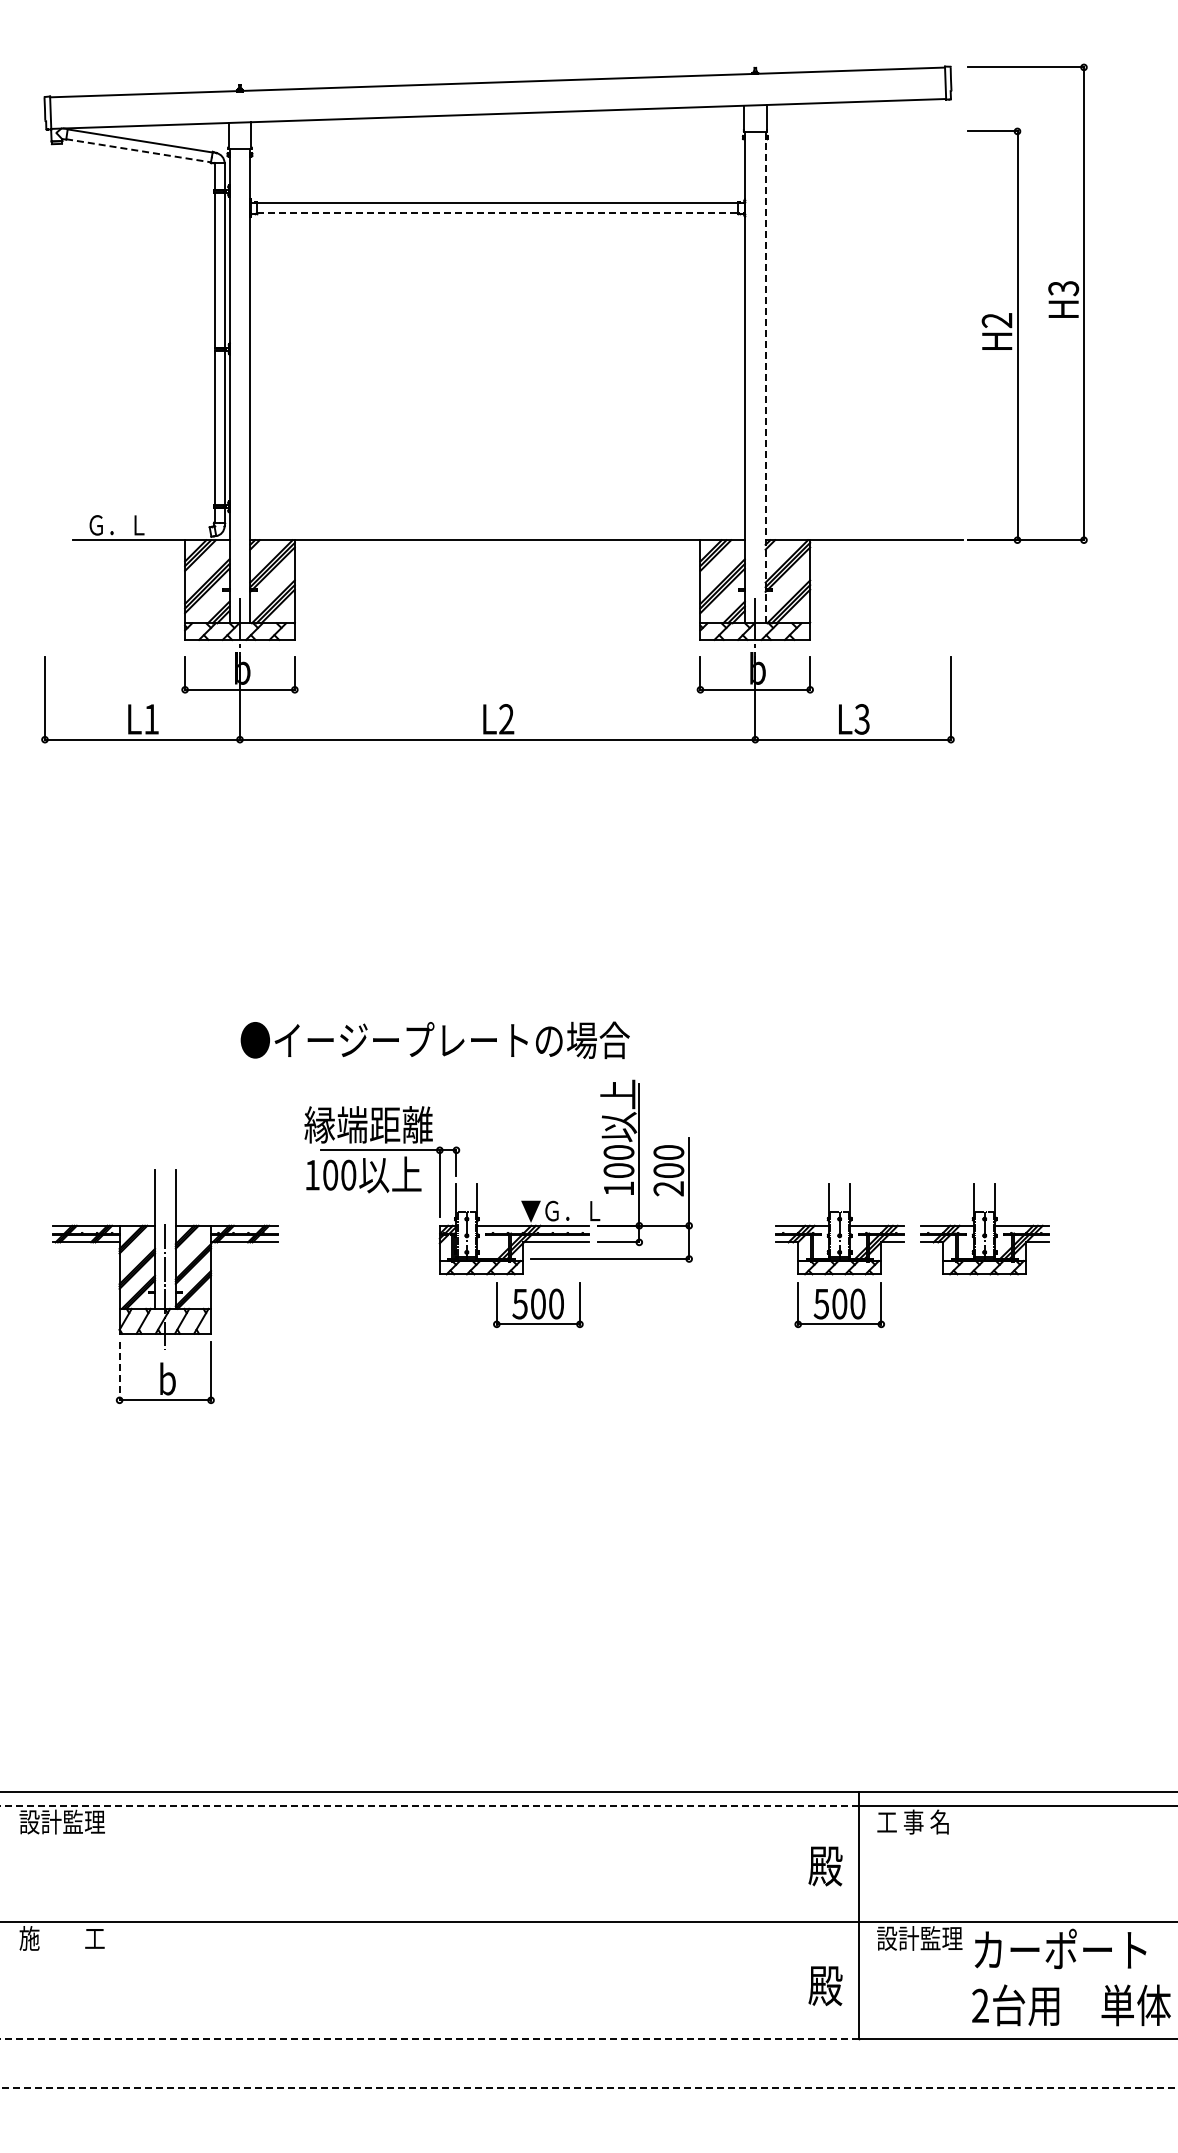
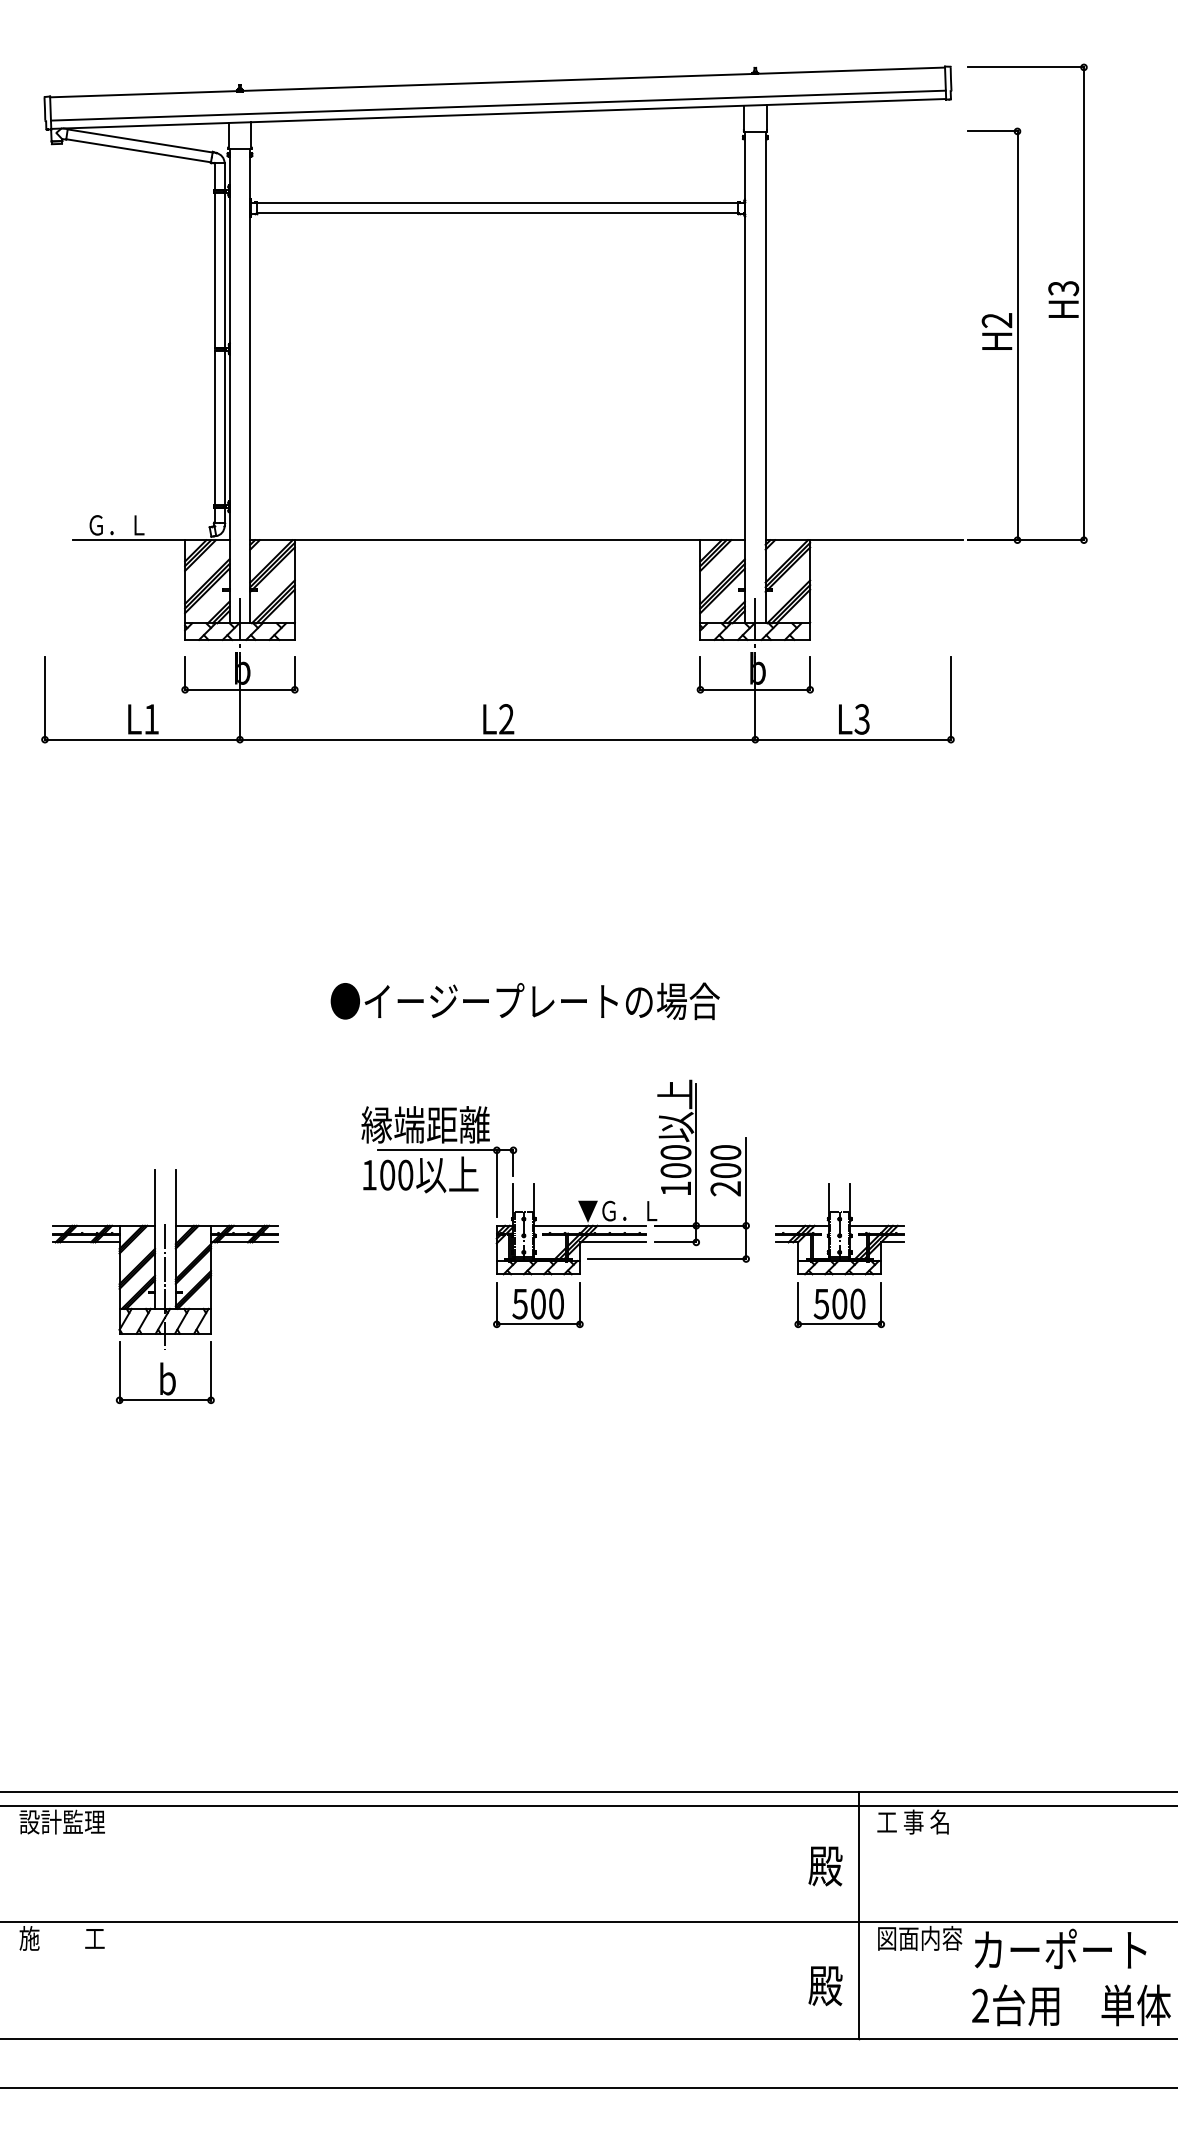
line at (497, 105): none -> present
line at (139, 150): dashed -> solid
line at (498, 213): dashed -> solid
line at (765, 377): dashed -> solid
text at (434, 1040) position: (434, 1040) -> (524, 1001)
part at (477, 1183) position: (477, 1183) -> (534, 1183)
part at (984, 1229): present -> none
line at (119, 1371): dashed -> solid
line at (429, 1805): dashed -> solid
text at (919, 1938): 設計監理 -> 図面内容
line at (430, 2038): dashed -> solid
line at (589, 2088): dashed -> solid
